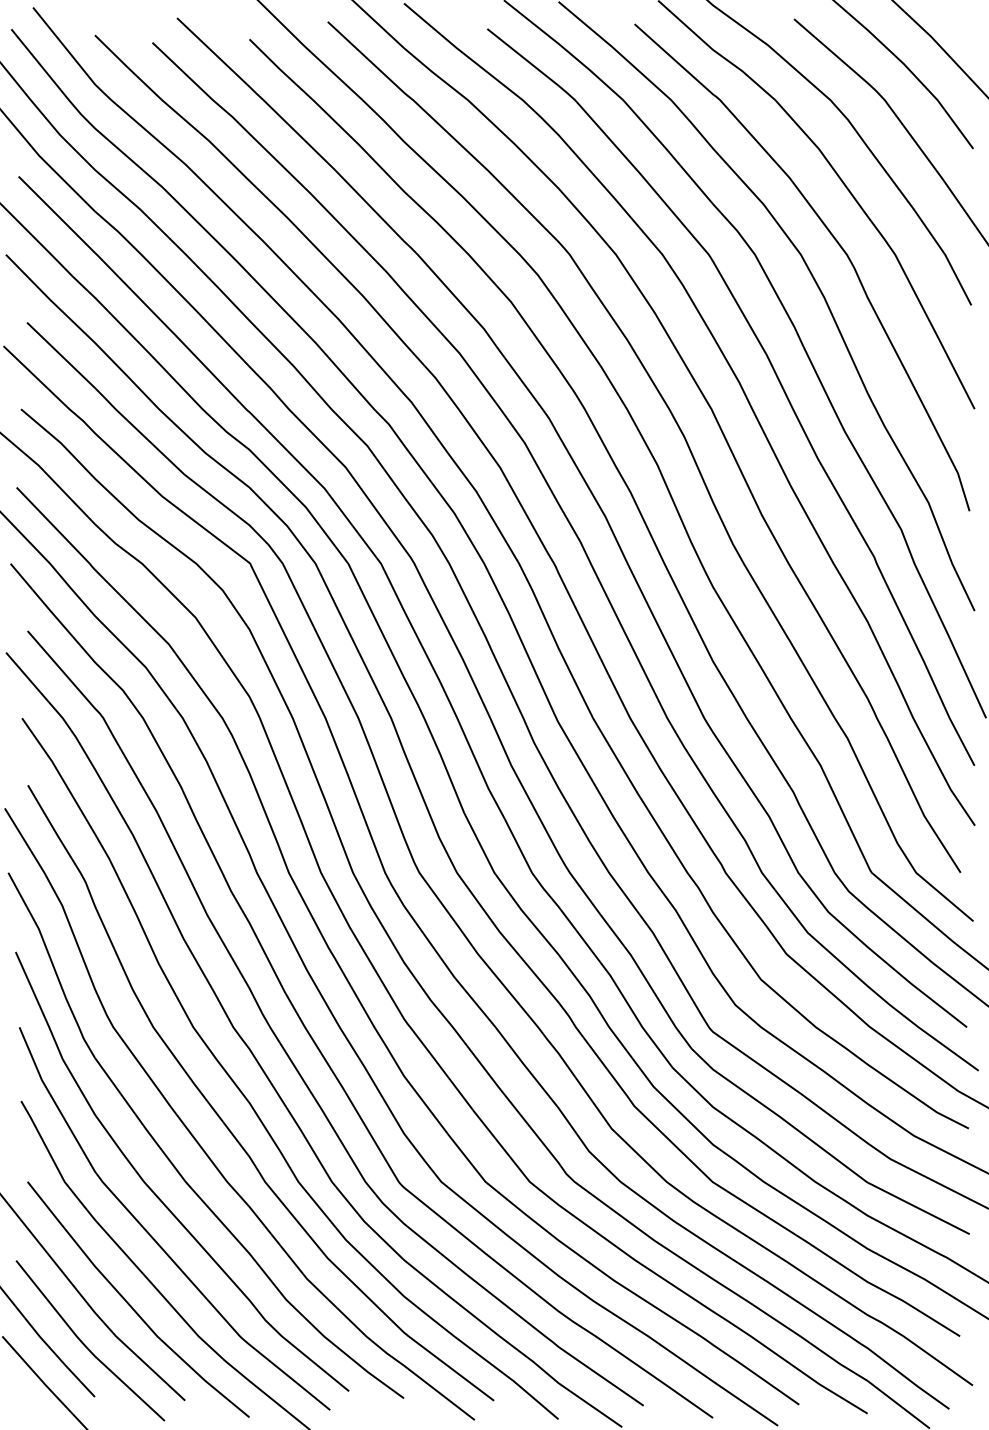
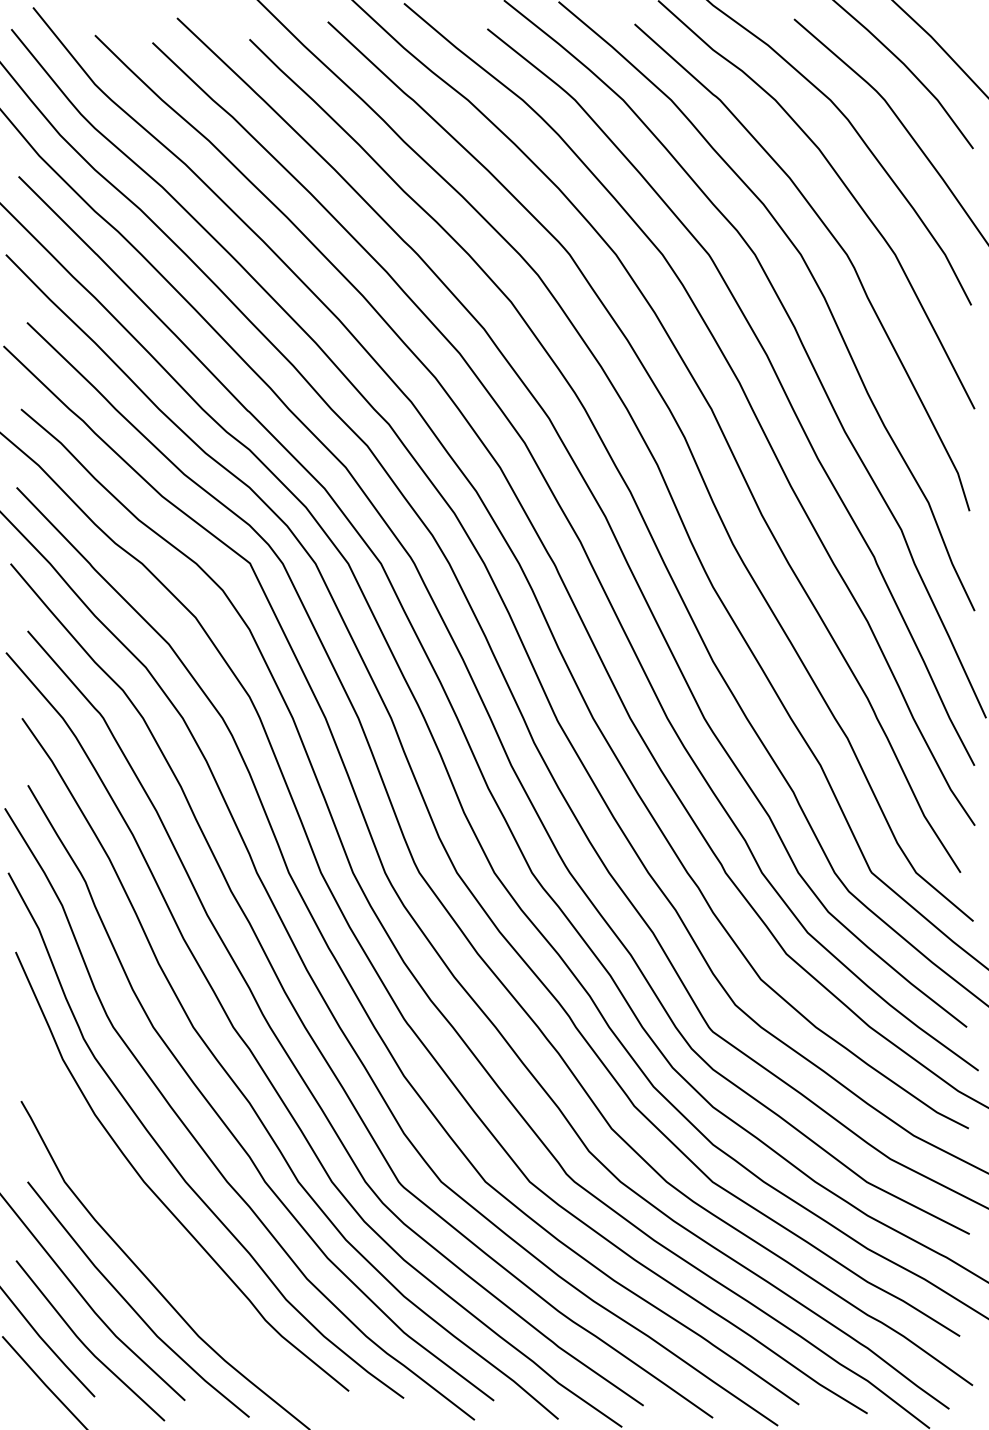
curve at (154, 1238): present -> none
